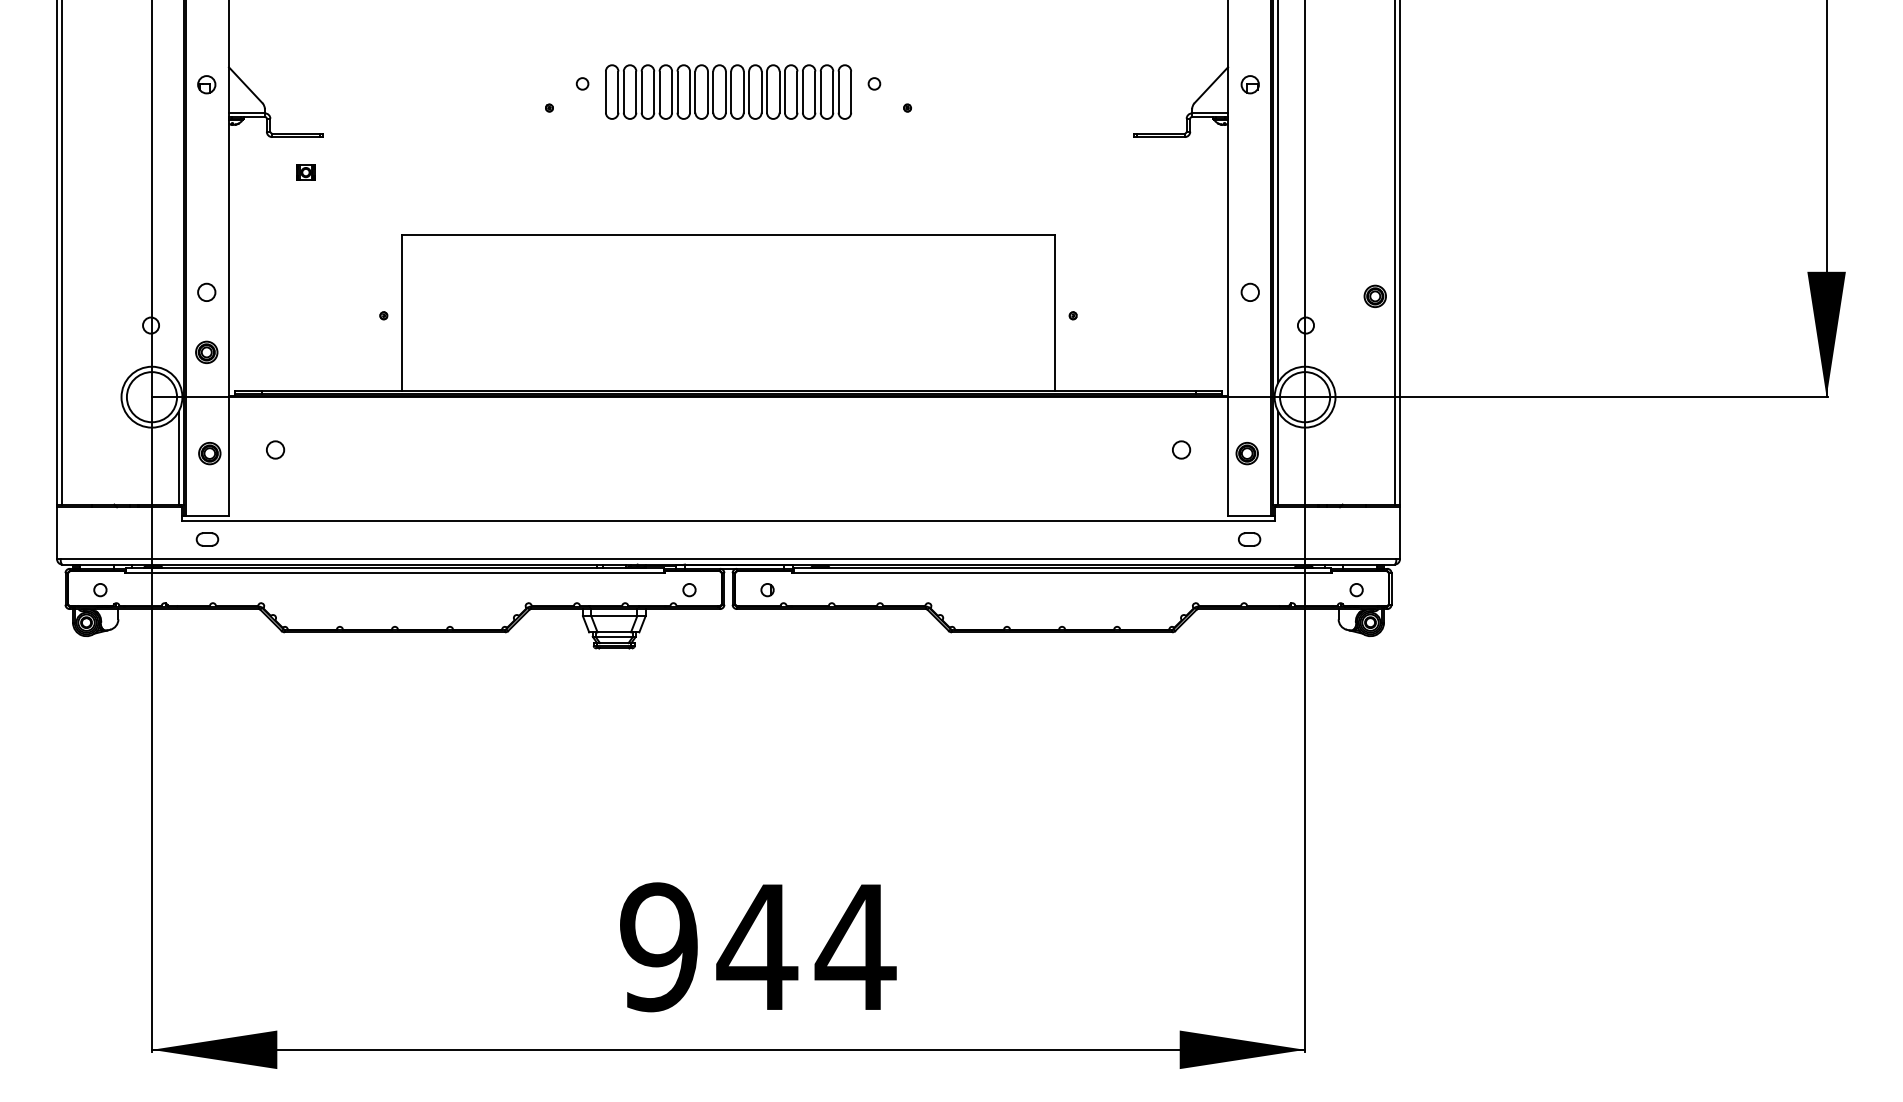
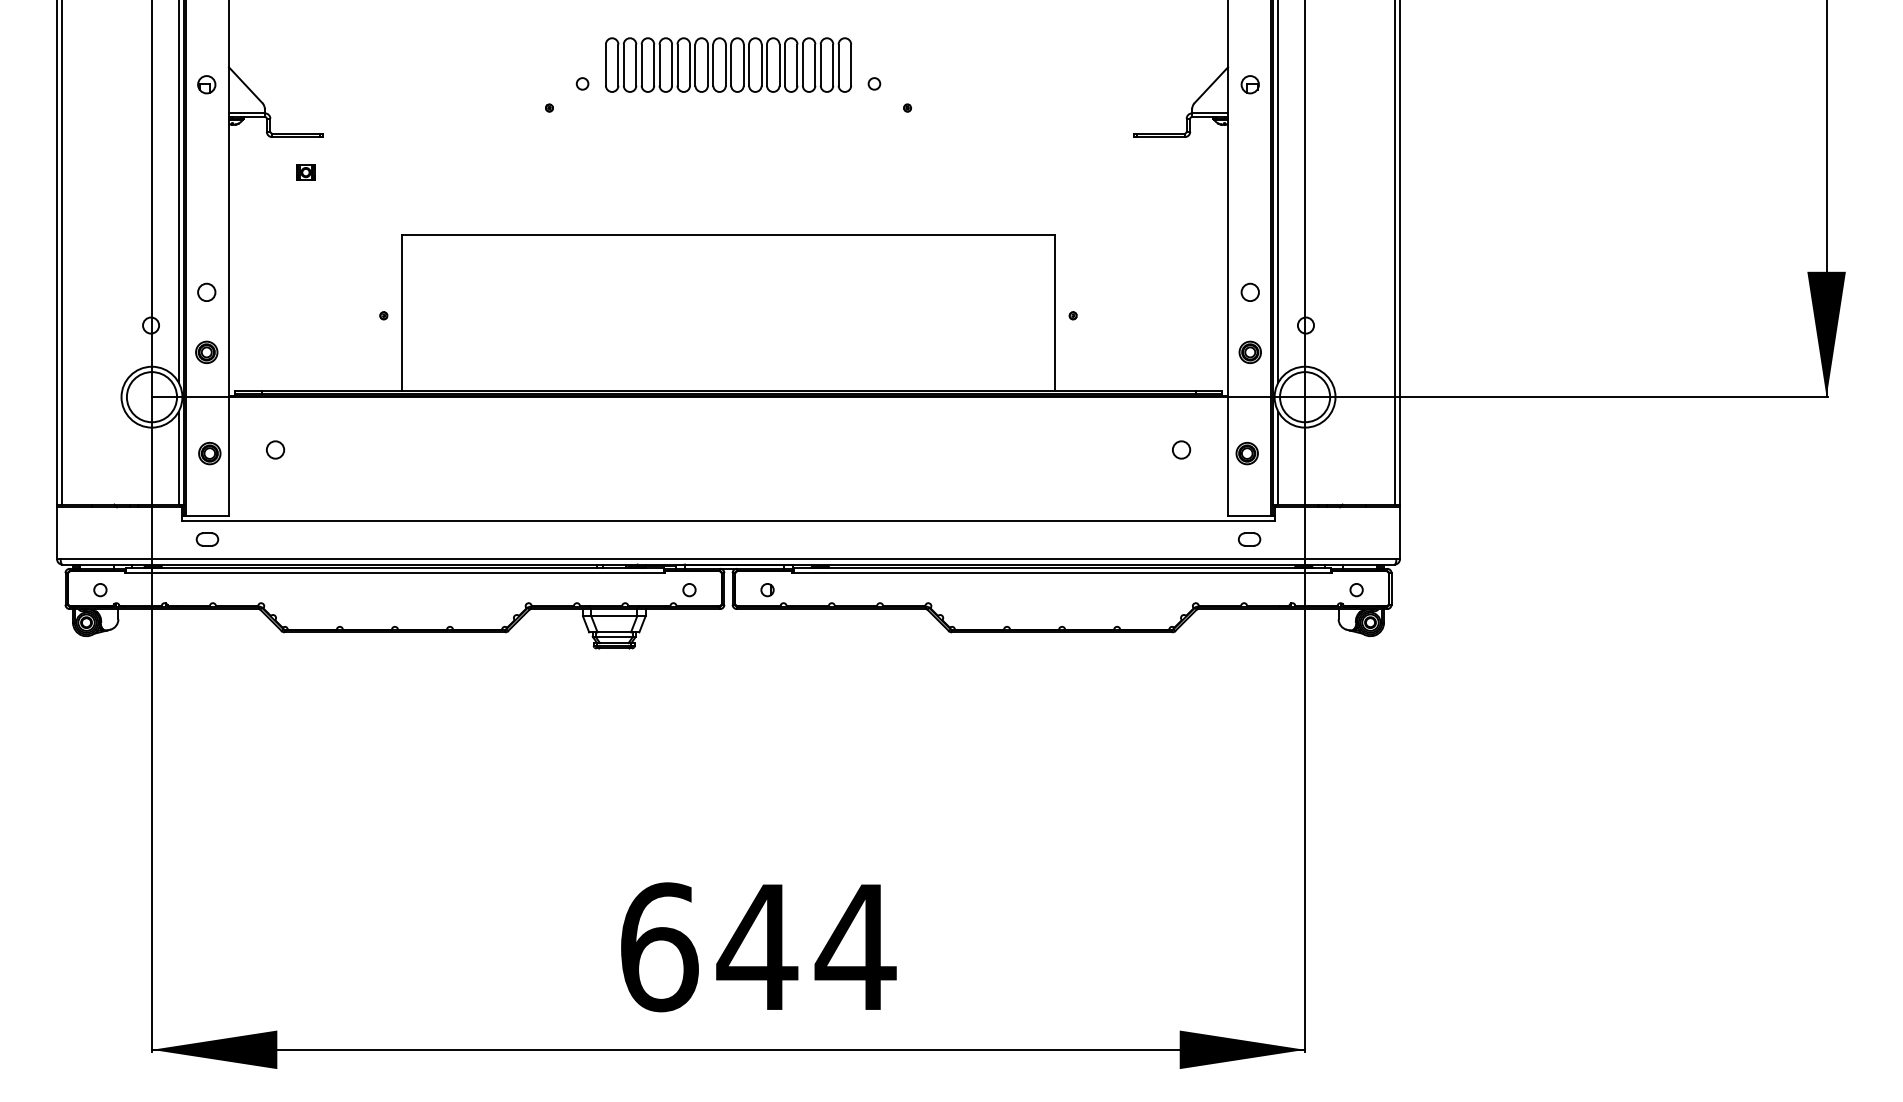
part at (728, 91) position: (728, 91) -> (728, 64)
line at (178, 192): none -> present
part at (1374, 295) position: (1374, 295) -> (1249, 351)
text at (659, 947): 944 -> 644
